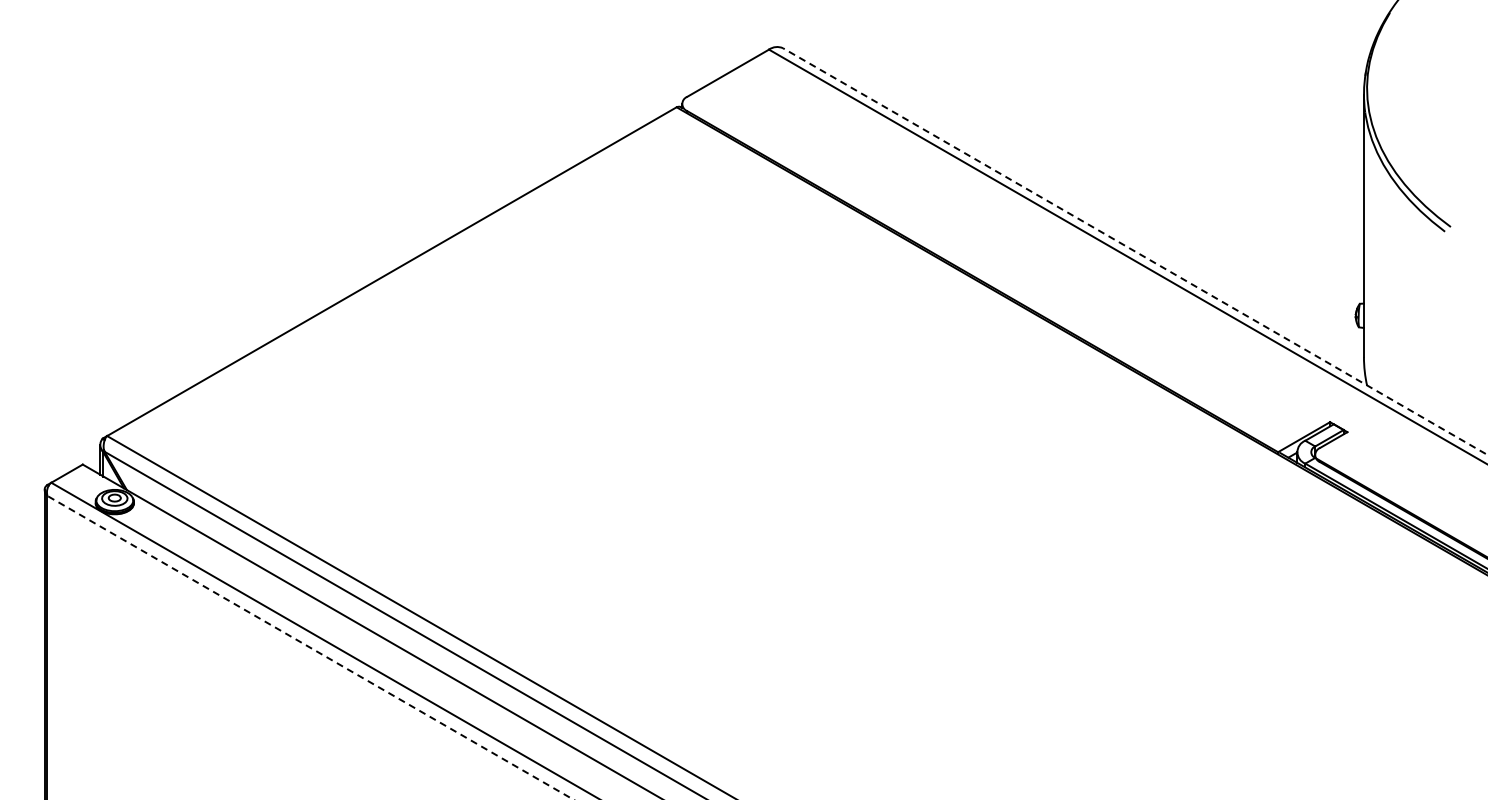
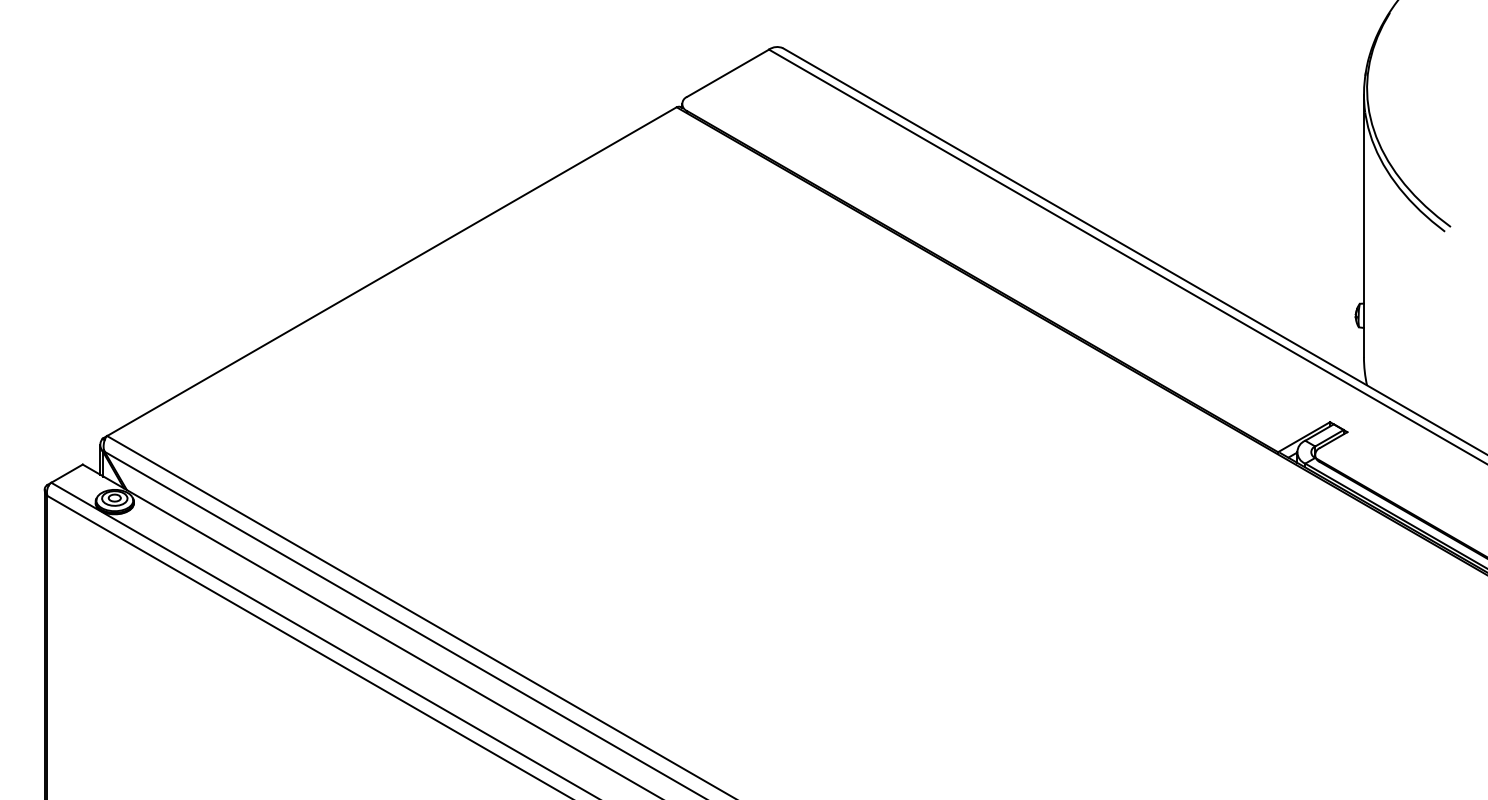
line at (1135, 251): dashed -> solid
line at (310, 647): dashed -> solid
